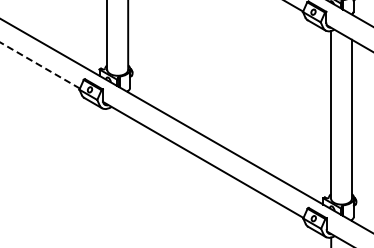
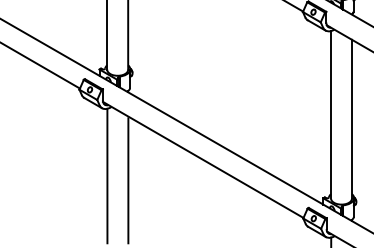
line at (40, 65): dashed -> solid
line at (107, 175): none -> present
line at (128, 180): none -> present
